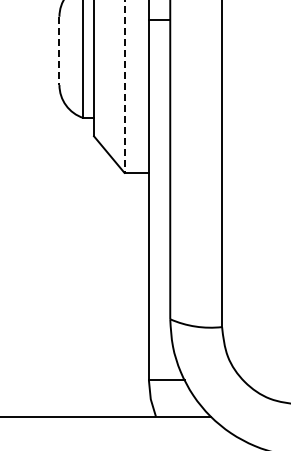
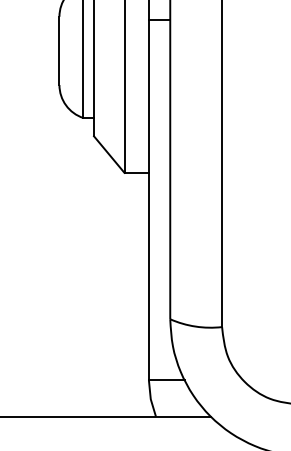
line at (59, 51): dashed -> solid
line at (124, 86): dashed -> solid
